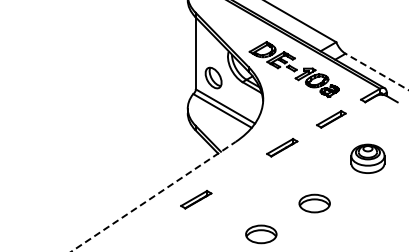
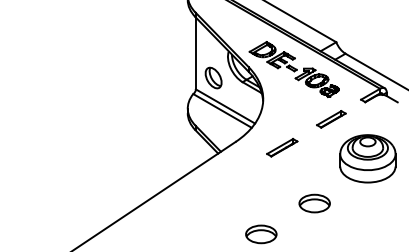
line at (377, 72): dashed -> solid
part at (367, 158) size: 36x31 px -> 58x50 px
line at (153, 196): dashed -> solid
part at (196, 199): present -> none
